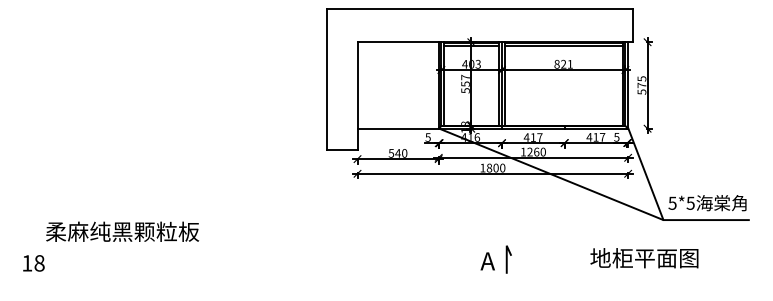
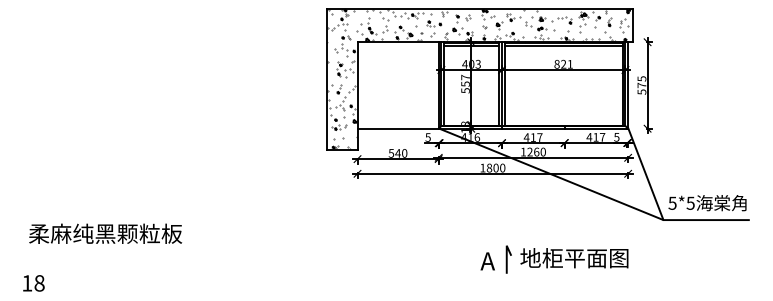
hatch at (478, 78): none -> present
text at (122, 231) position: (122, 231) -> (105, 233)
text at (644, 258) position: (644, 258) -> (574, 258)
text at (33, 263) position: (33, 263) -> (33, 283)
